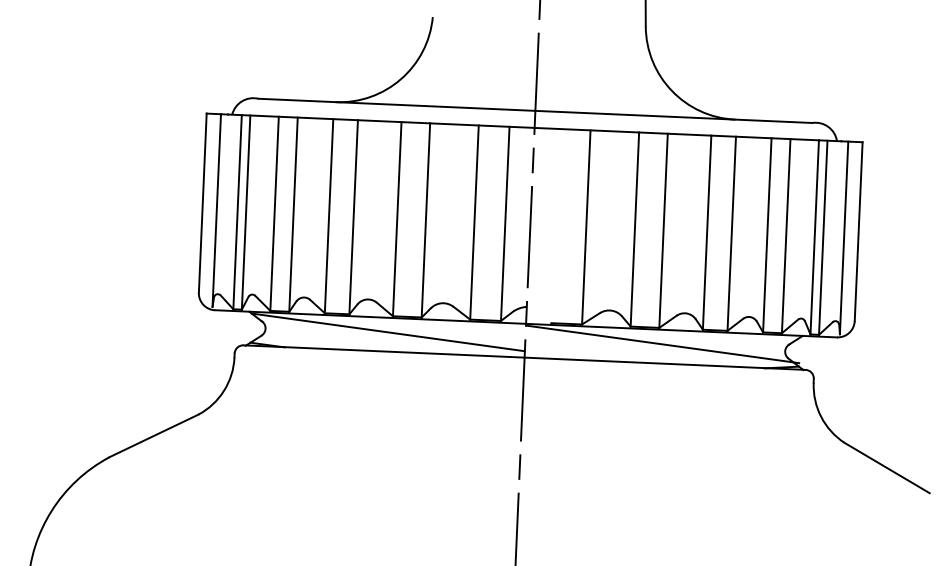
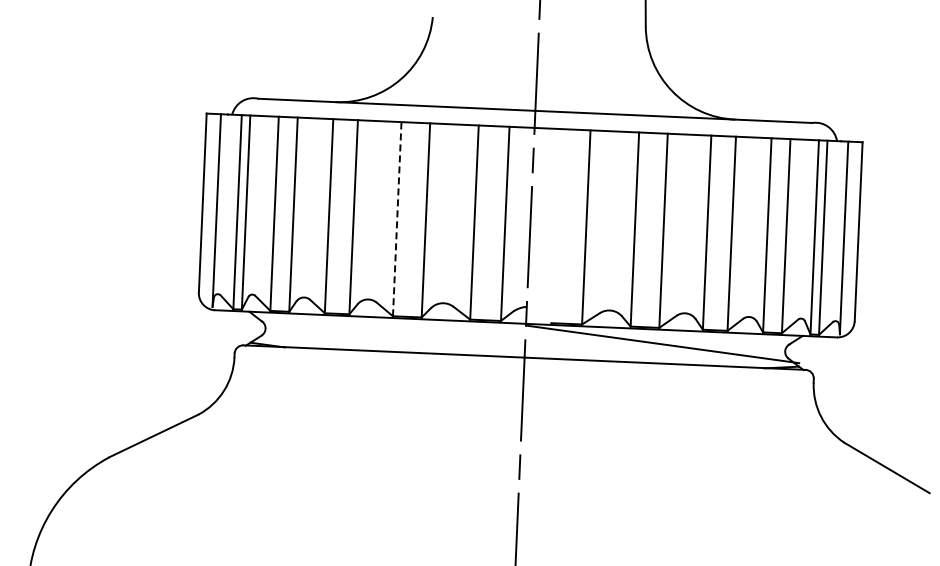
line at (397, 218): solid -> dashed
line at (387, 332): present -> none
